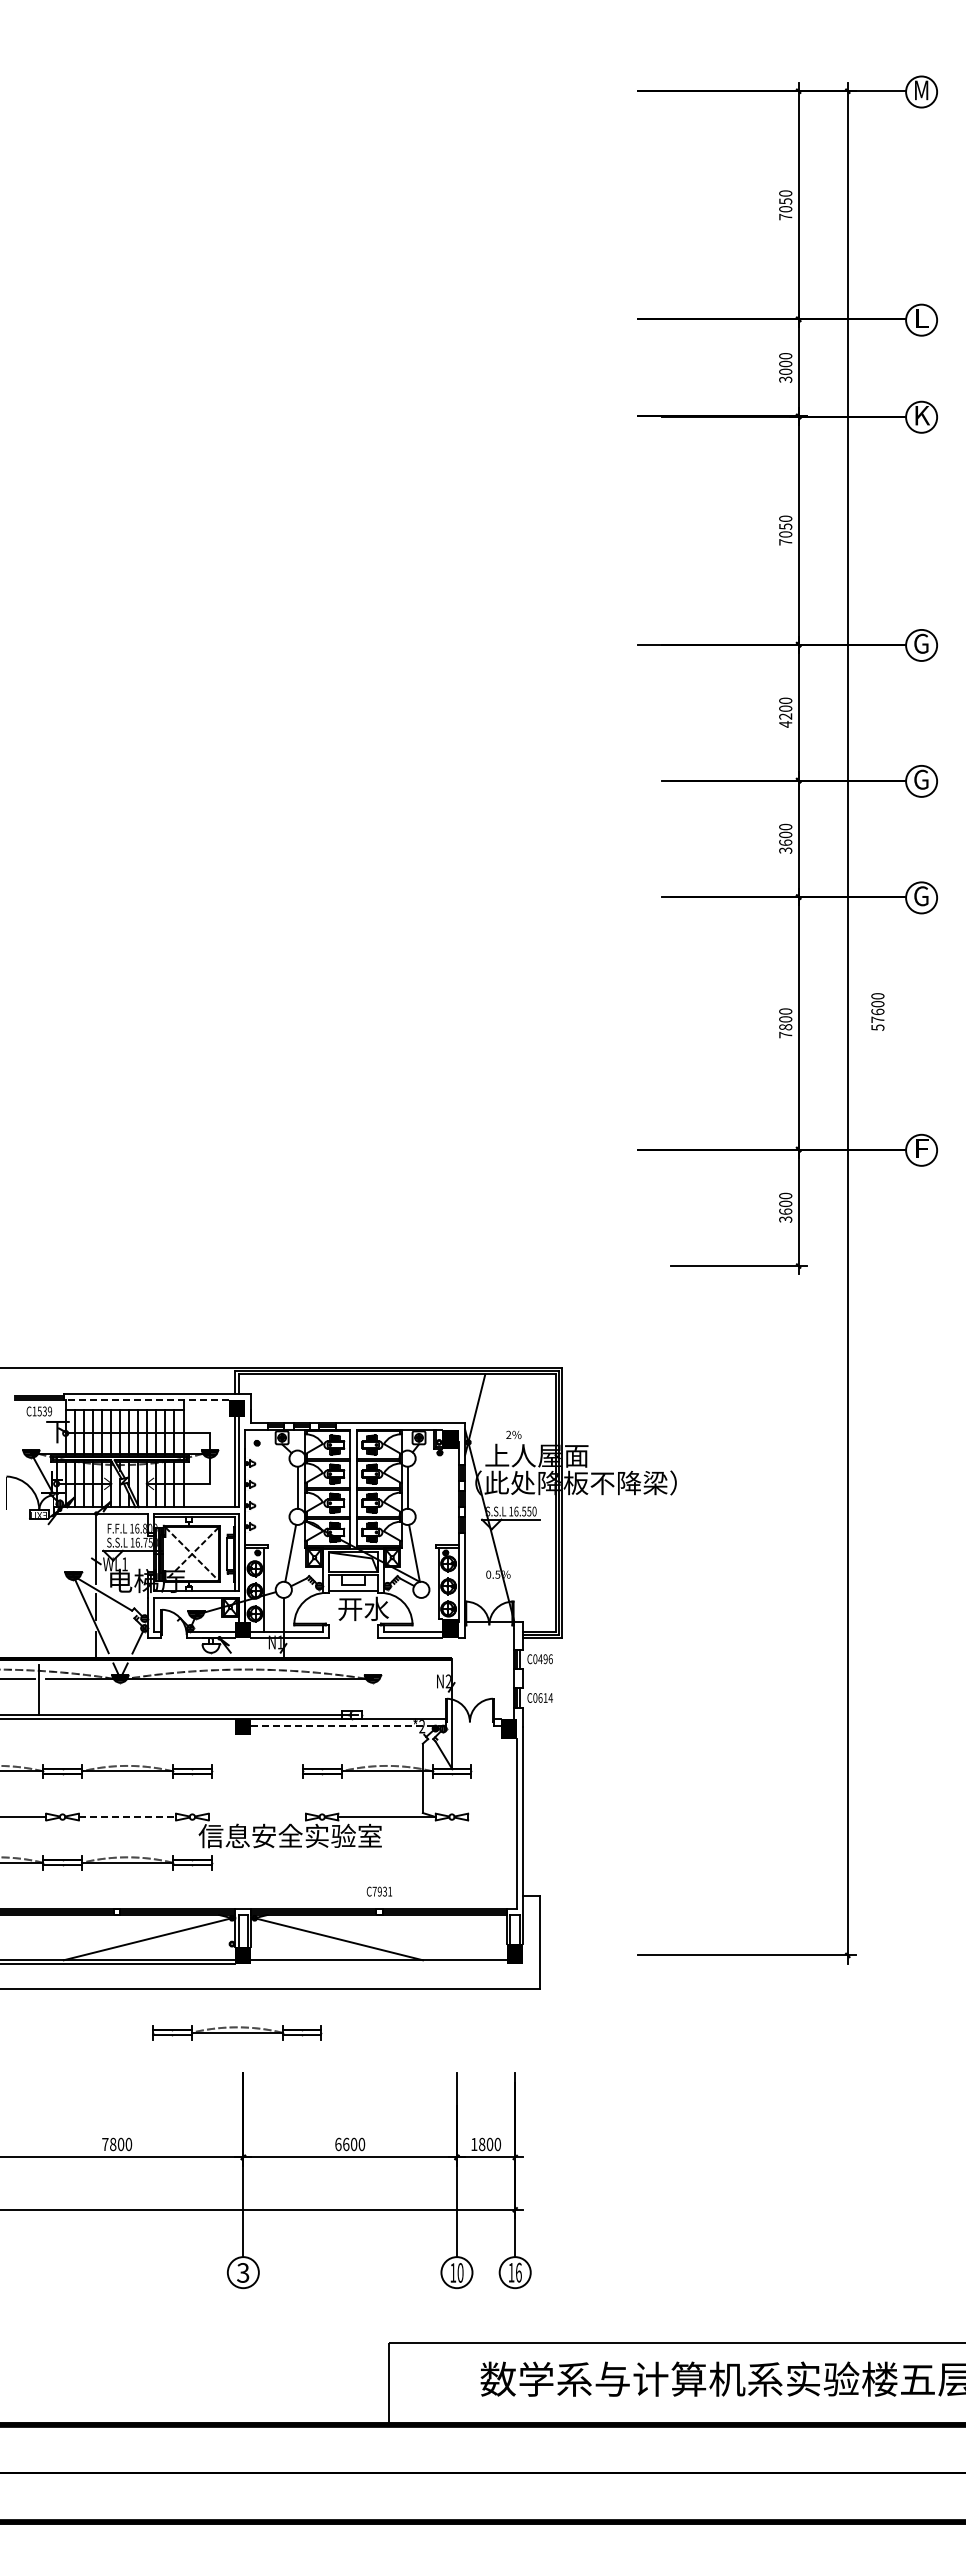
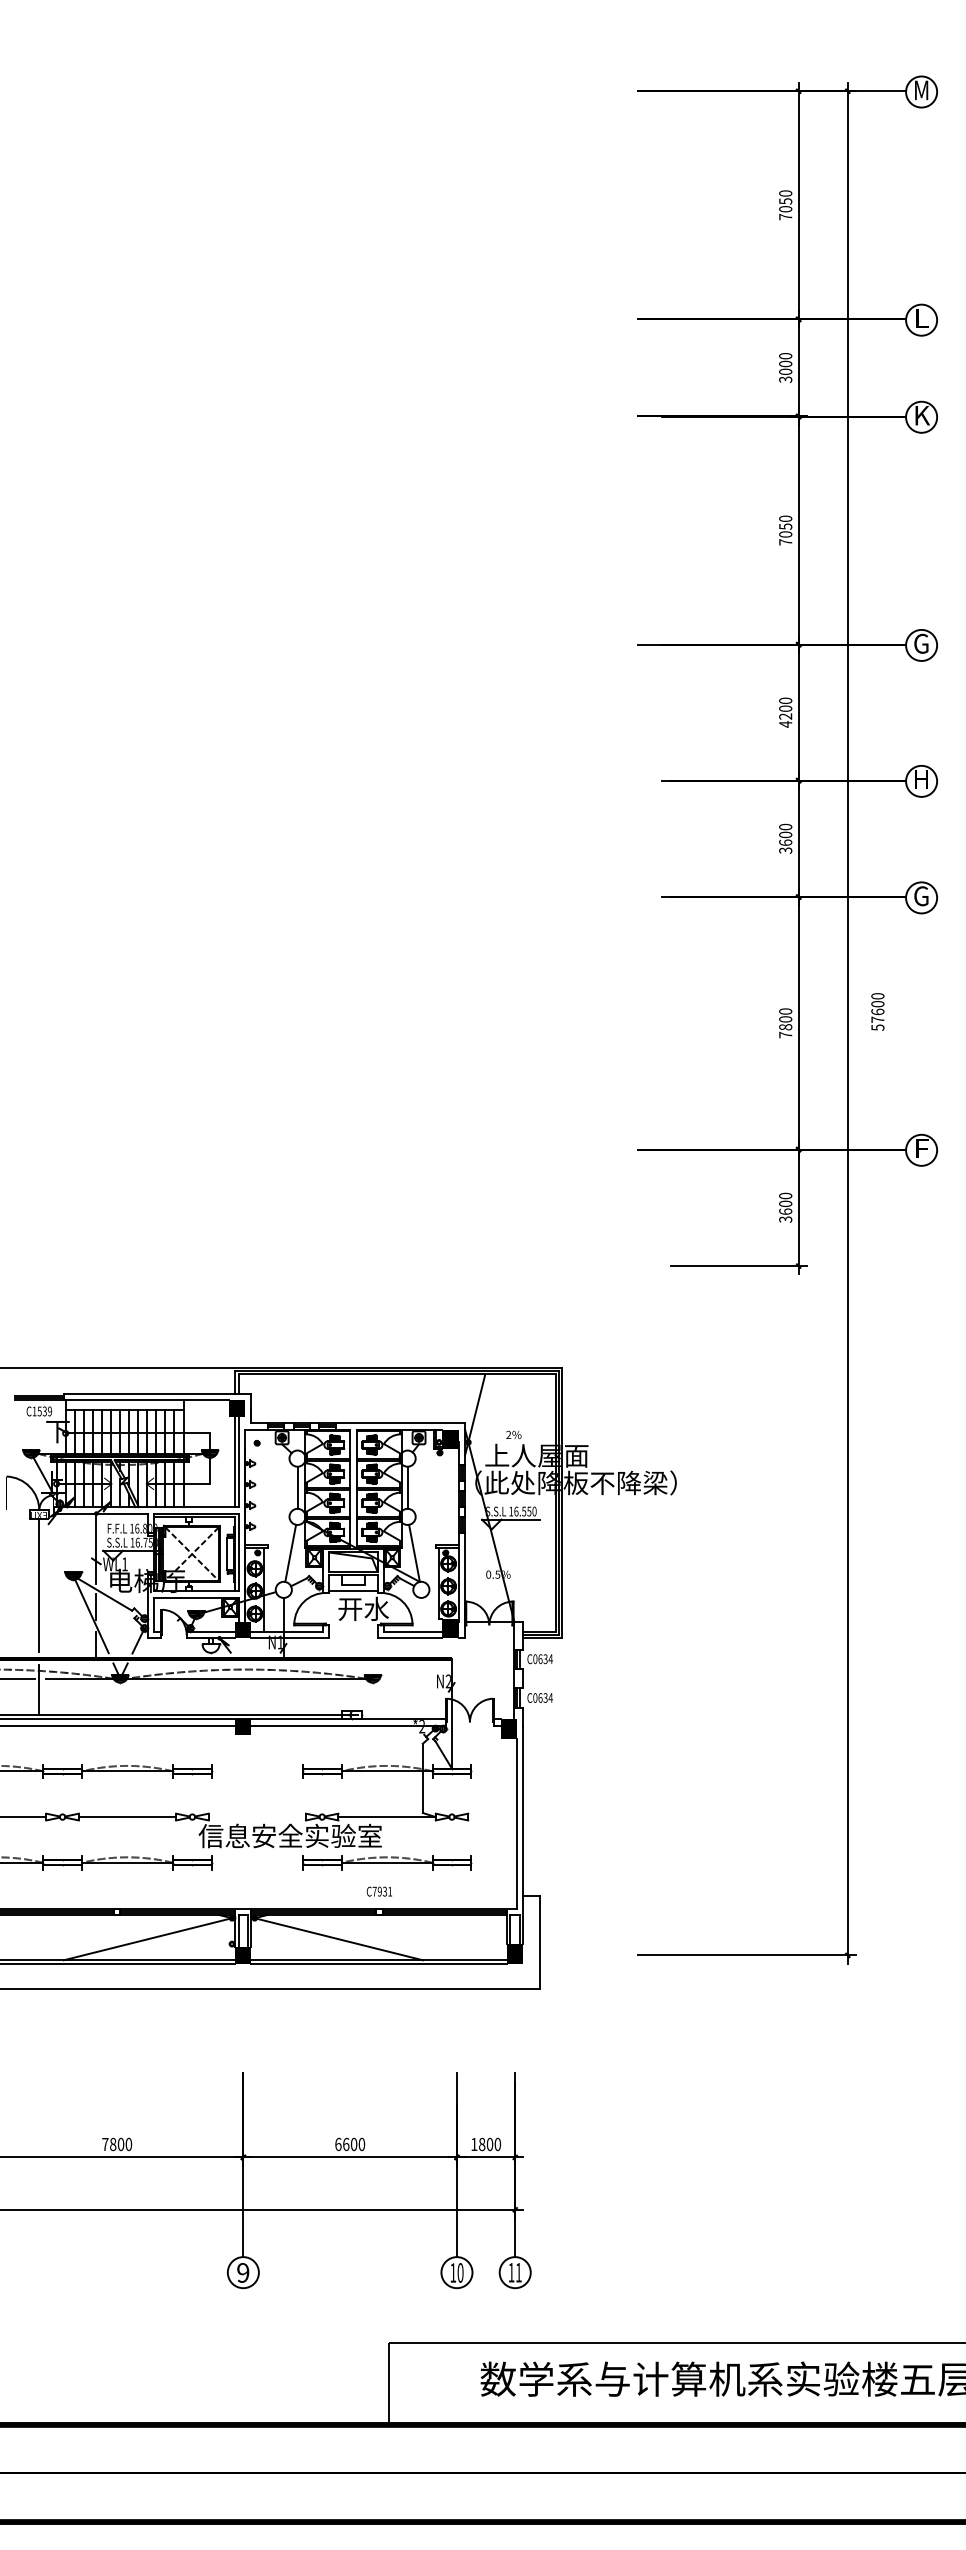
text at (921, 779): G -> H
line at (146, 1400): dashed -> solid
line at (39, 1585): none -> present
text at (545, 1659): C0496 -> C0634
text at (545, 1697): C0614 -> C0634
line at (118, 1725): none -> present
line at (349, 1725): dashed -> solid
line at (127, 1817): dashed -> solid
line at (379, 1963): none -> present
part at (237, 2032) position: (237, 2032) -> (387, 1862)
text at (243, 2272): 3 -> 9
text at (518, 2272): 16 -> 11
